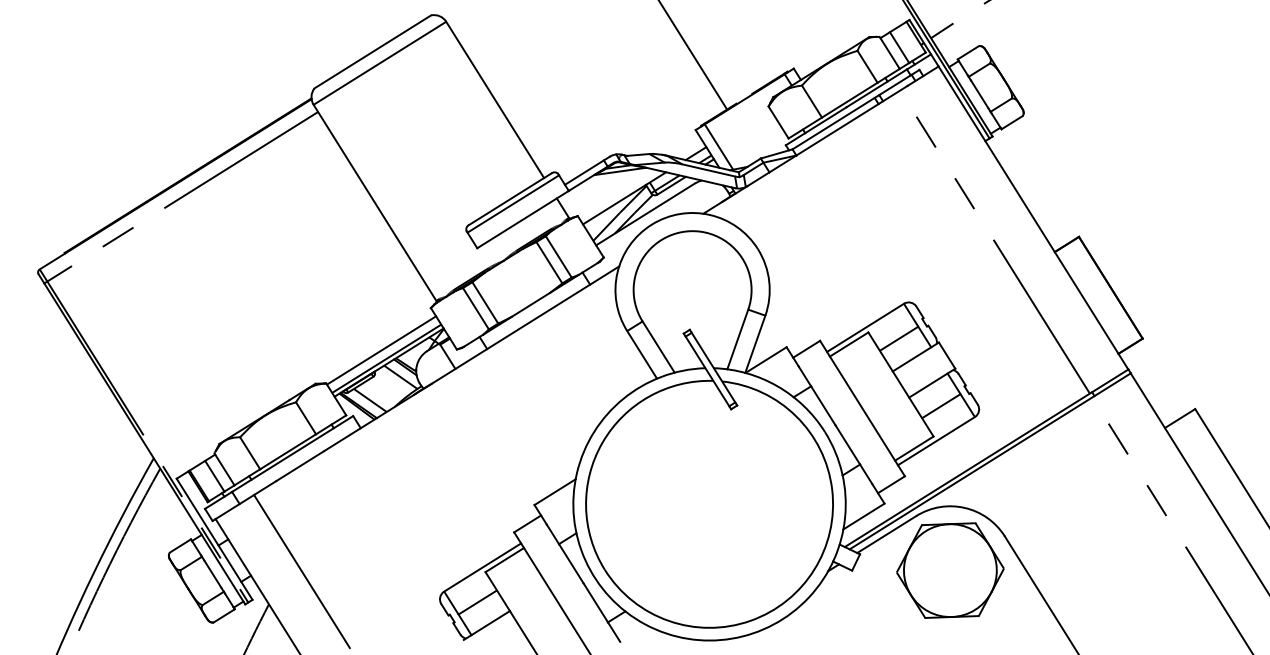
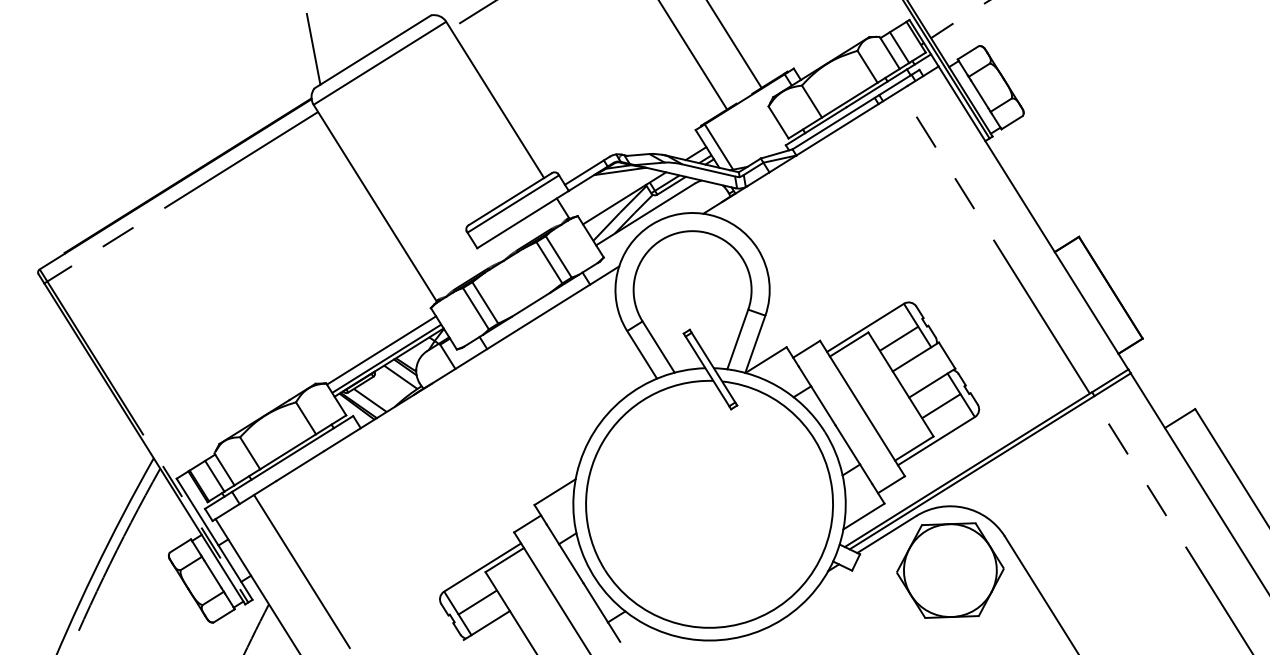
line at (471, 15): none -> present
line at (734, 44): none -> present
line at (313, 48): none -> present
